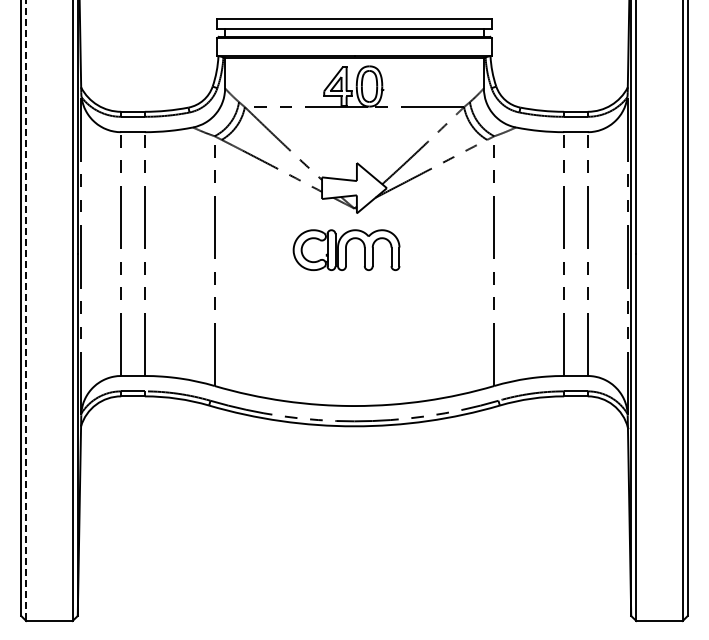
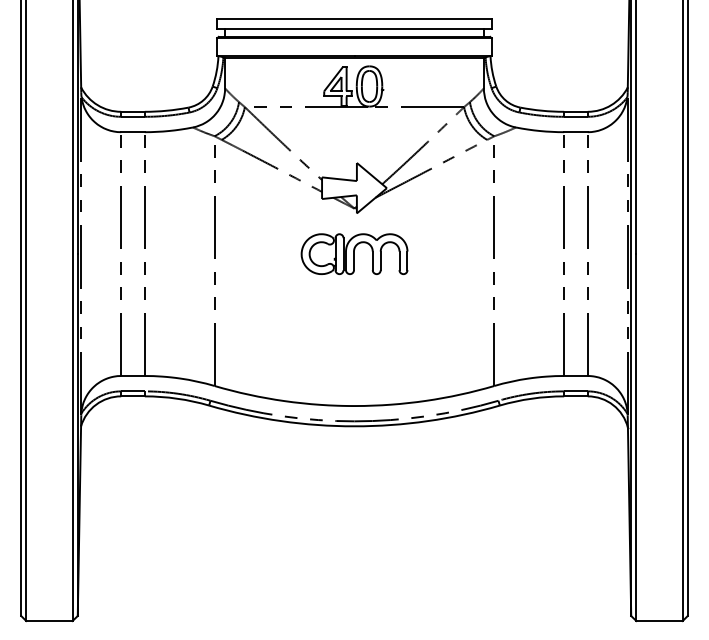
part at (346, 249) position: (346, 249) -> (354, 253)
line at (26, 311): dashed -> solid
